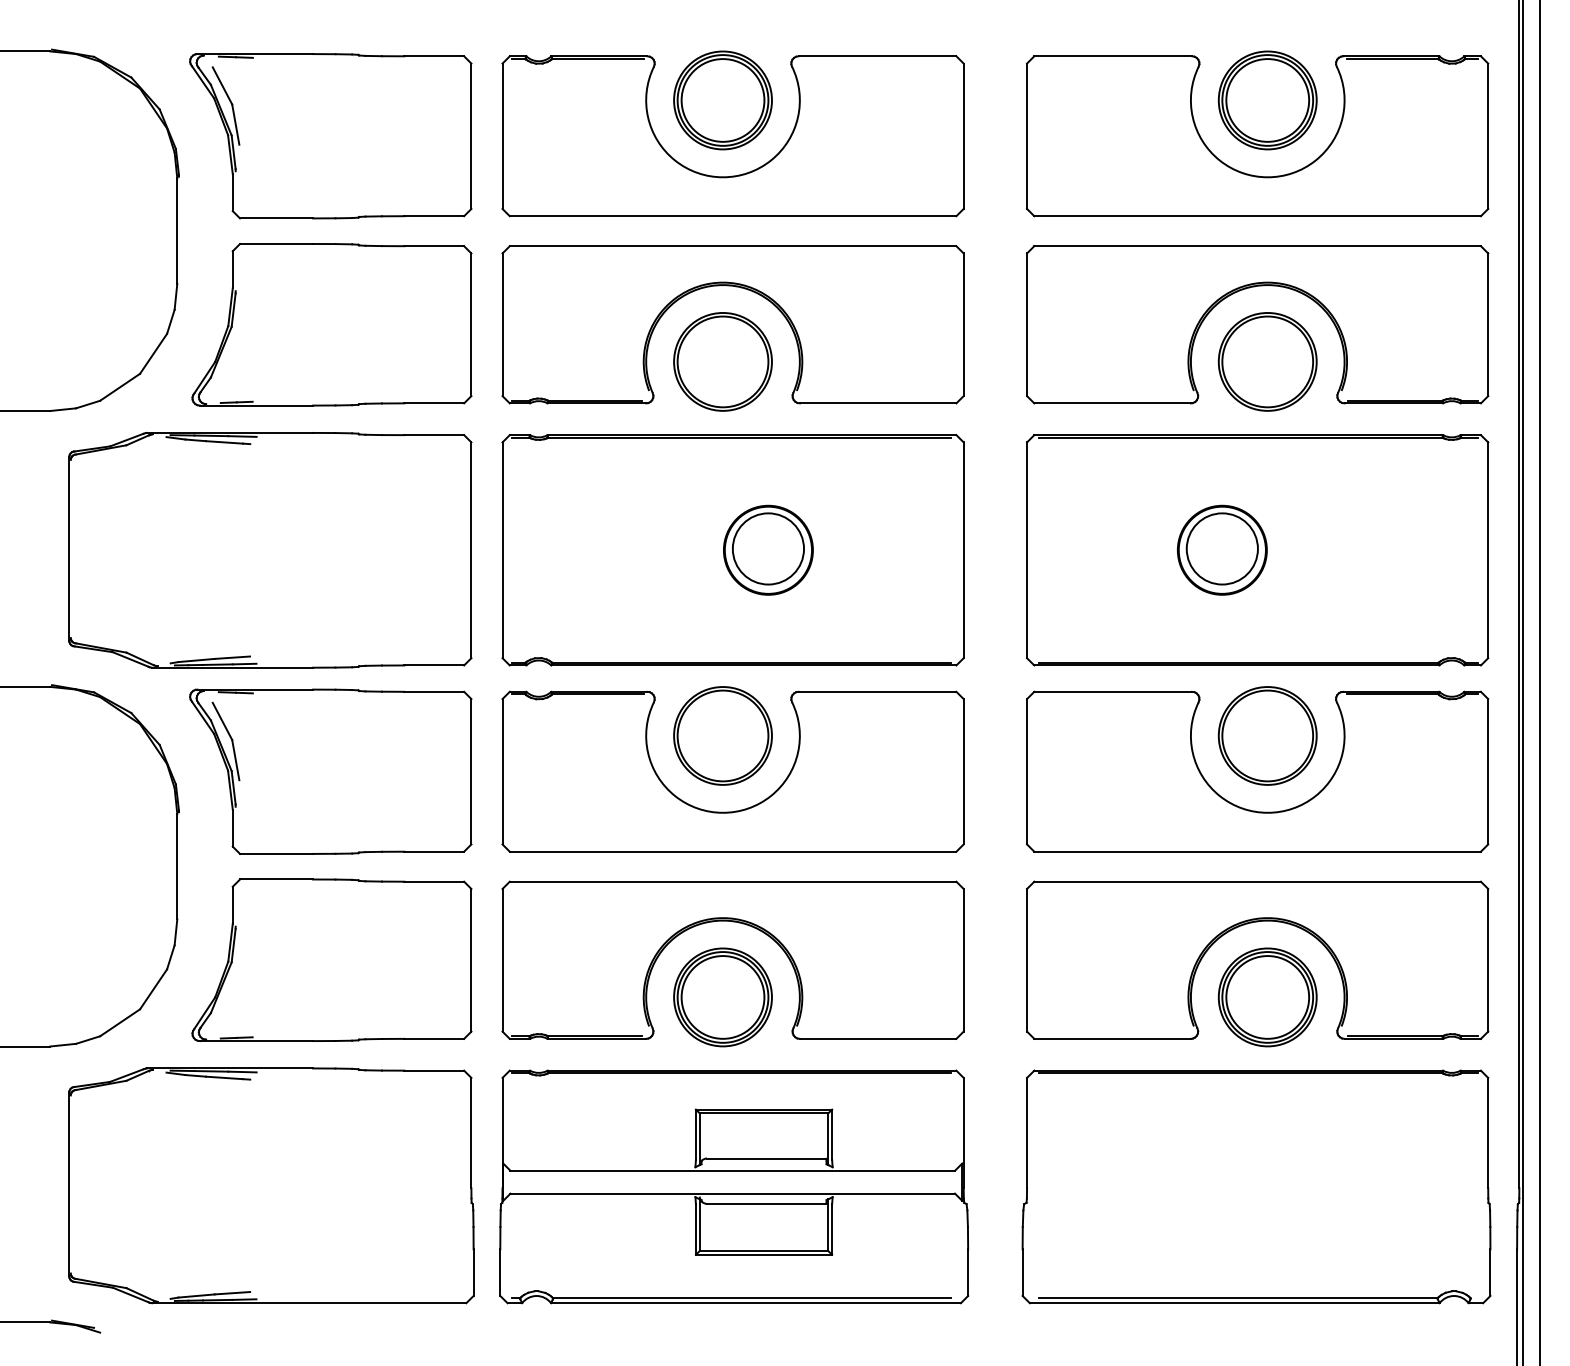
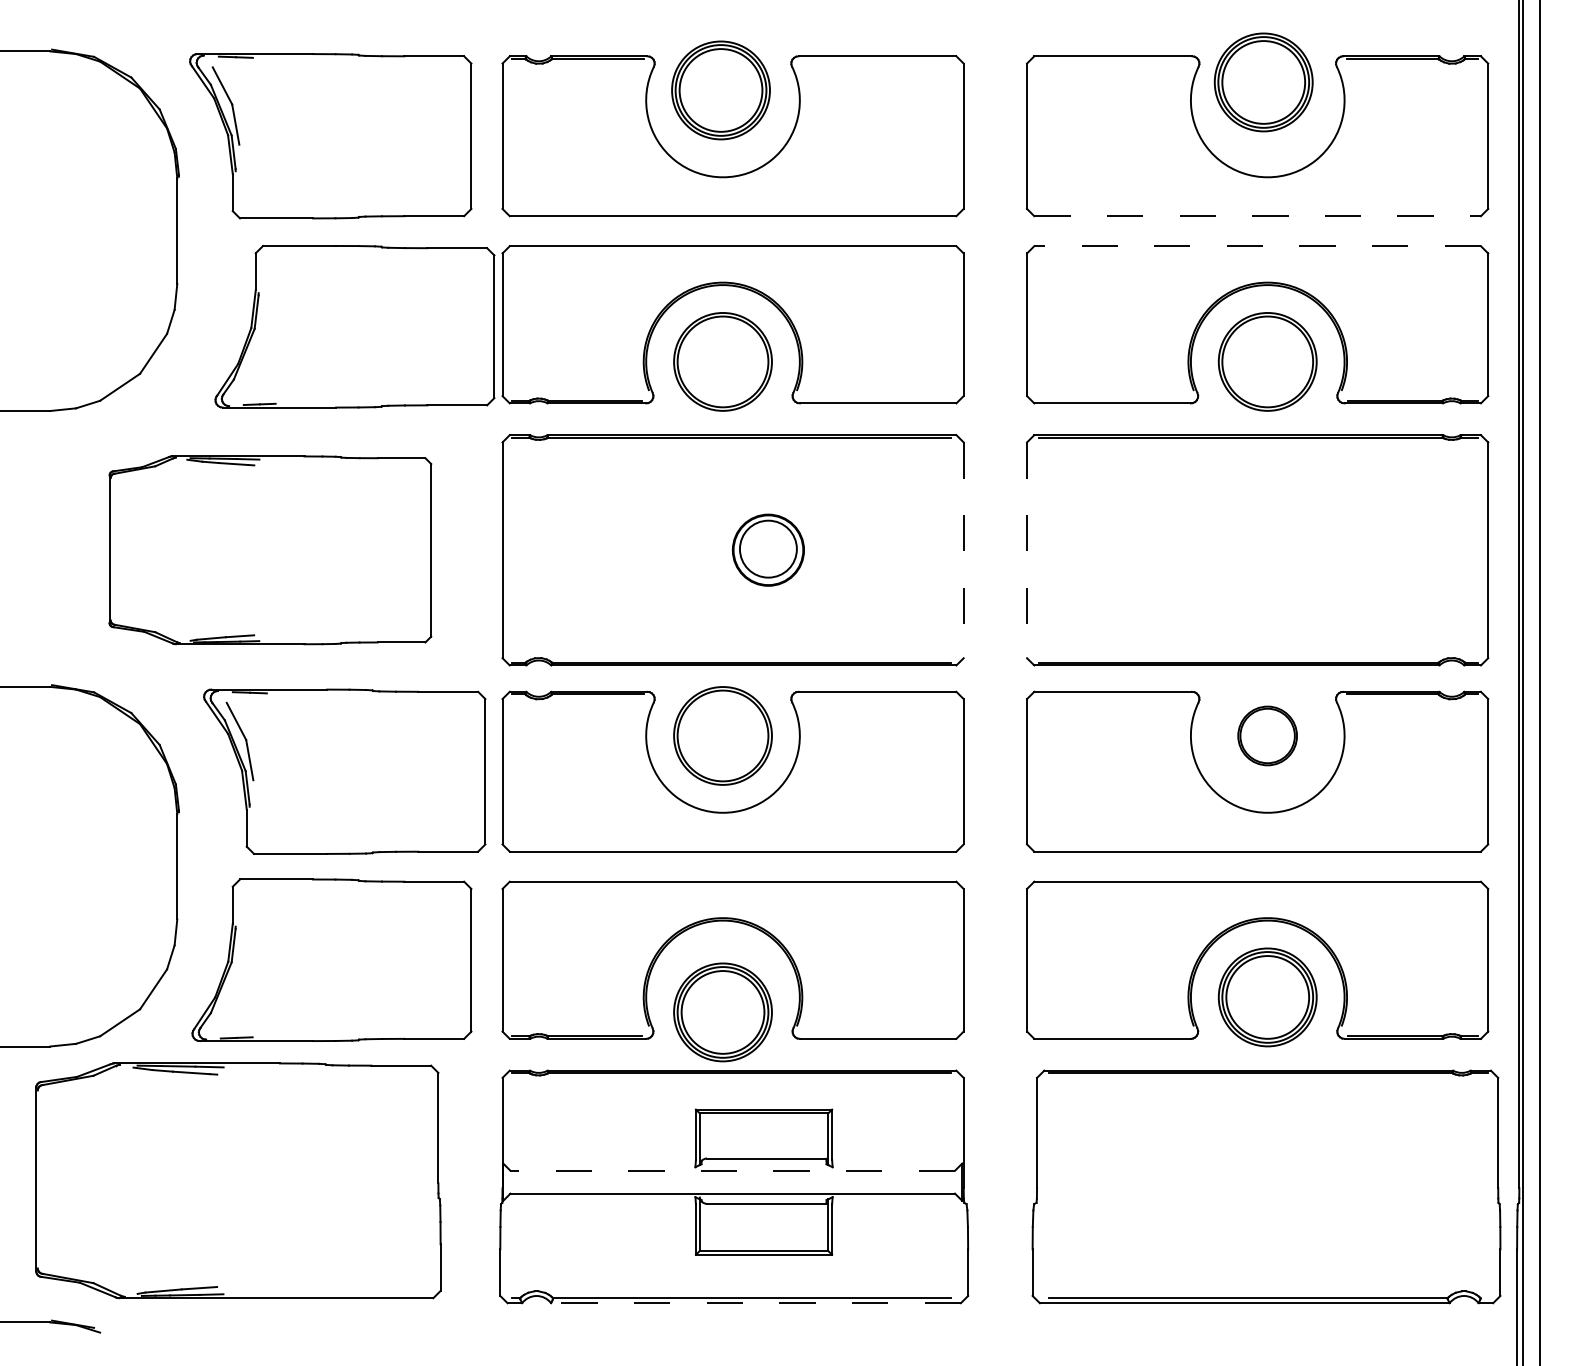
part at (722, 100) position: (722, 100) -> (720, 90)
part at (1267, 100) position: (1267, 100) -> (1263, 82)
line at (1258, 216): solid -> dashed
line at (1257, 246): solid -> dashed
part at (331, 324) position: (331, 324) -> (354, 326)
part at (768, 549) size: 91x92 px -> 74x74 px
part at (1222, 549): present -> none
part at (270, 550) size: 405x237 px -> 325x191 px
line at (963, 550): solid -> dashed
line at (1027, 550): solid -> dashed
part at (1267, 735) size: 101x100 px -> 61x62 px
part at (330, 771) position: (330, 771) -> (344, 771)
part at (722, 997) position: (722, 997) -> (722, 1012)
line at (732, 1170): solid -> dashed
part at (271, 1185) position: (271, 1185) -> (238, 1180)
part at (1256, 1186) position: (1256, 1186) -> (1266, 1186)
line at (756, 1303): solid -> dashed
